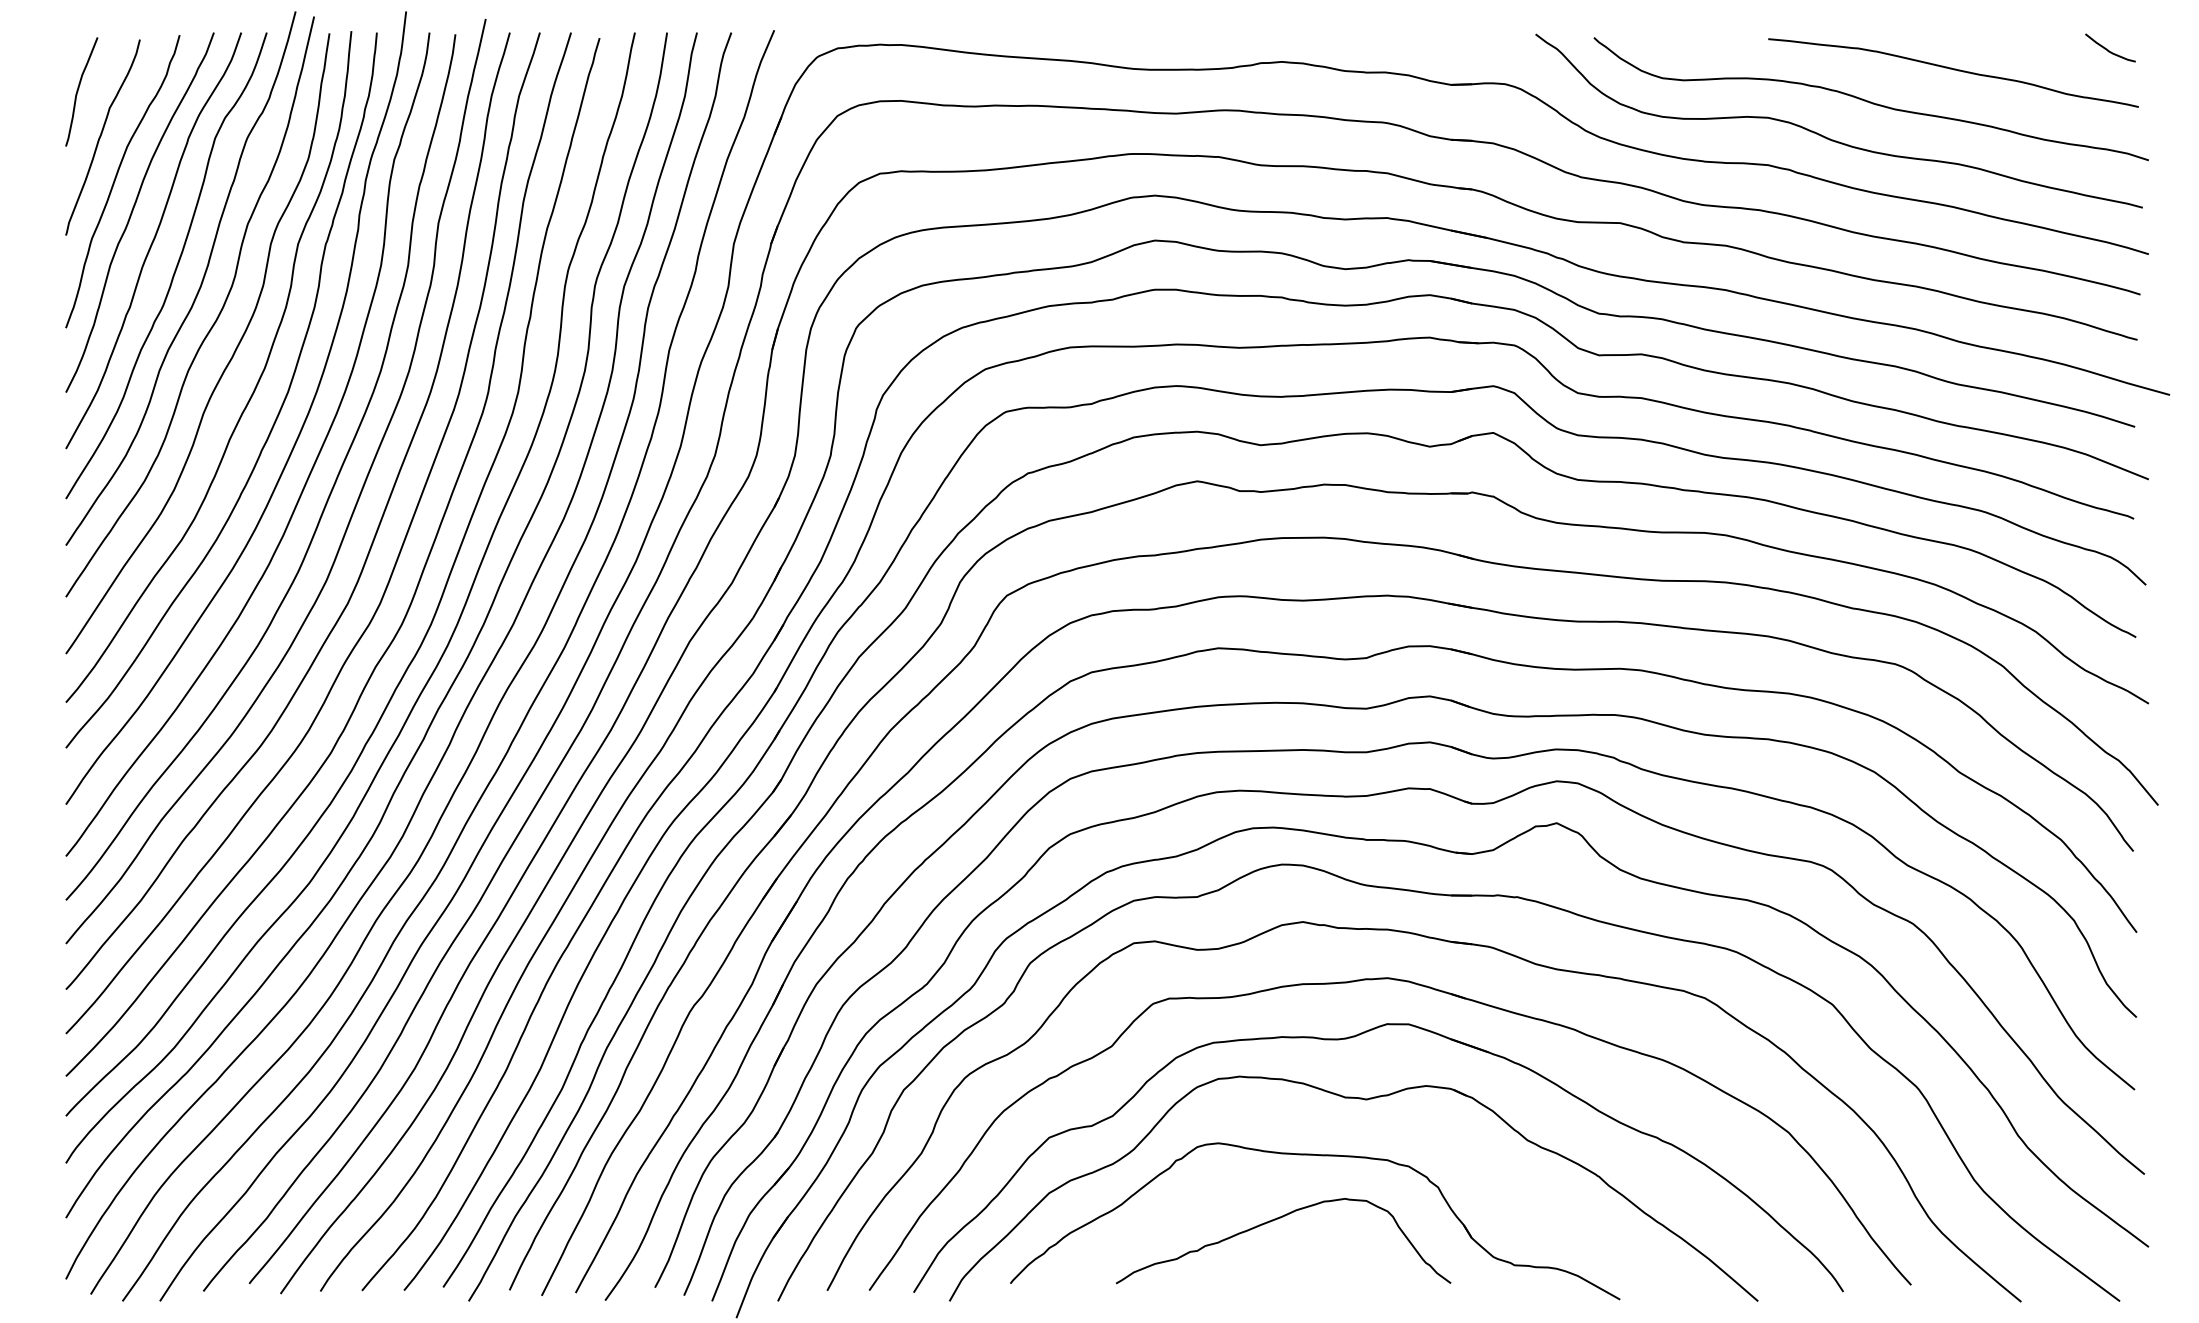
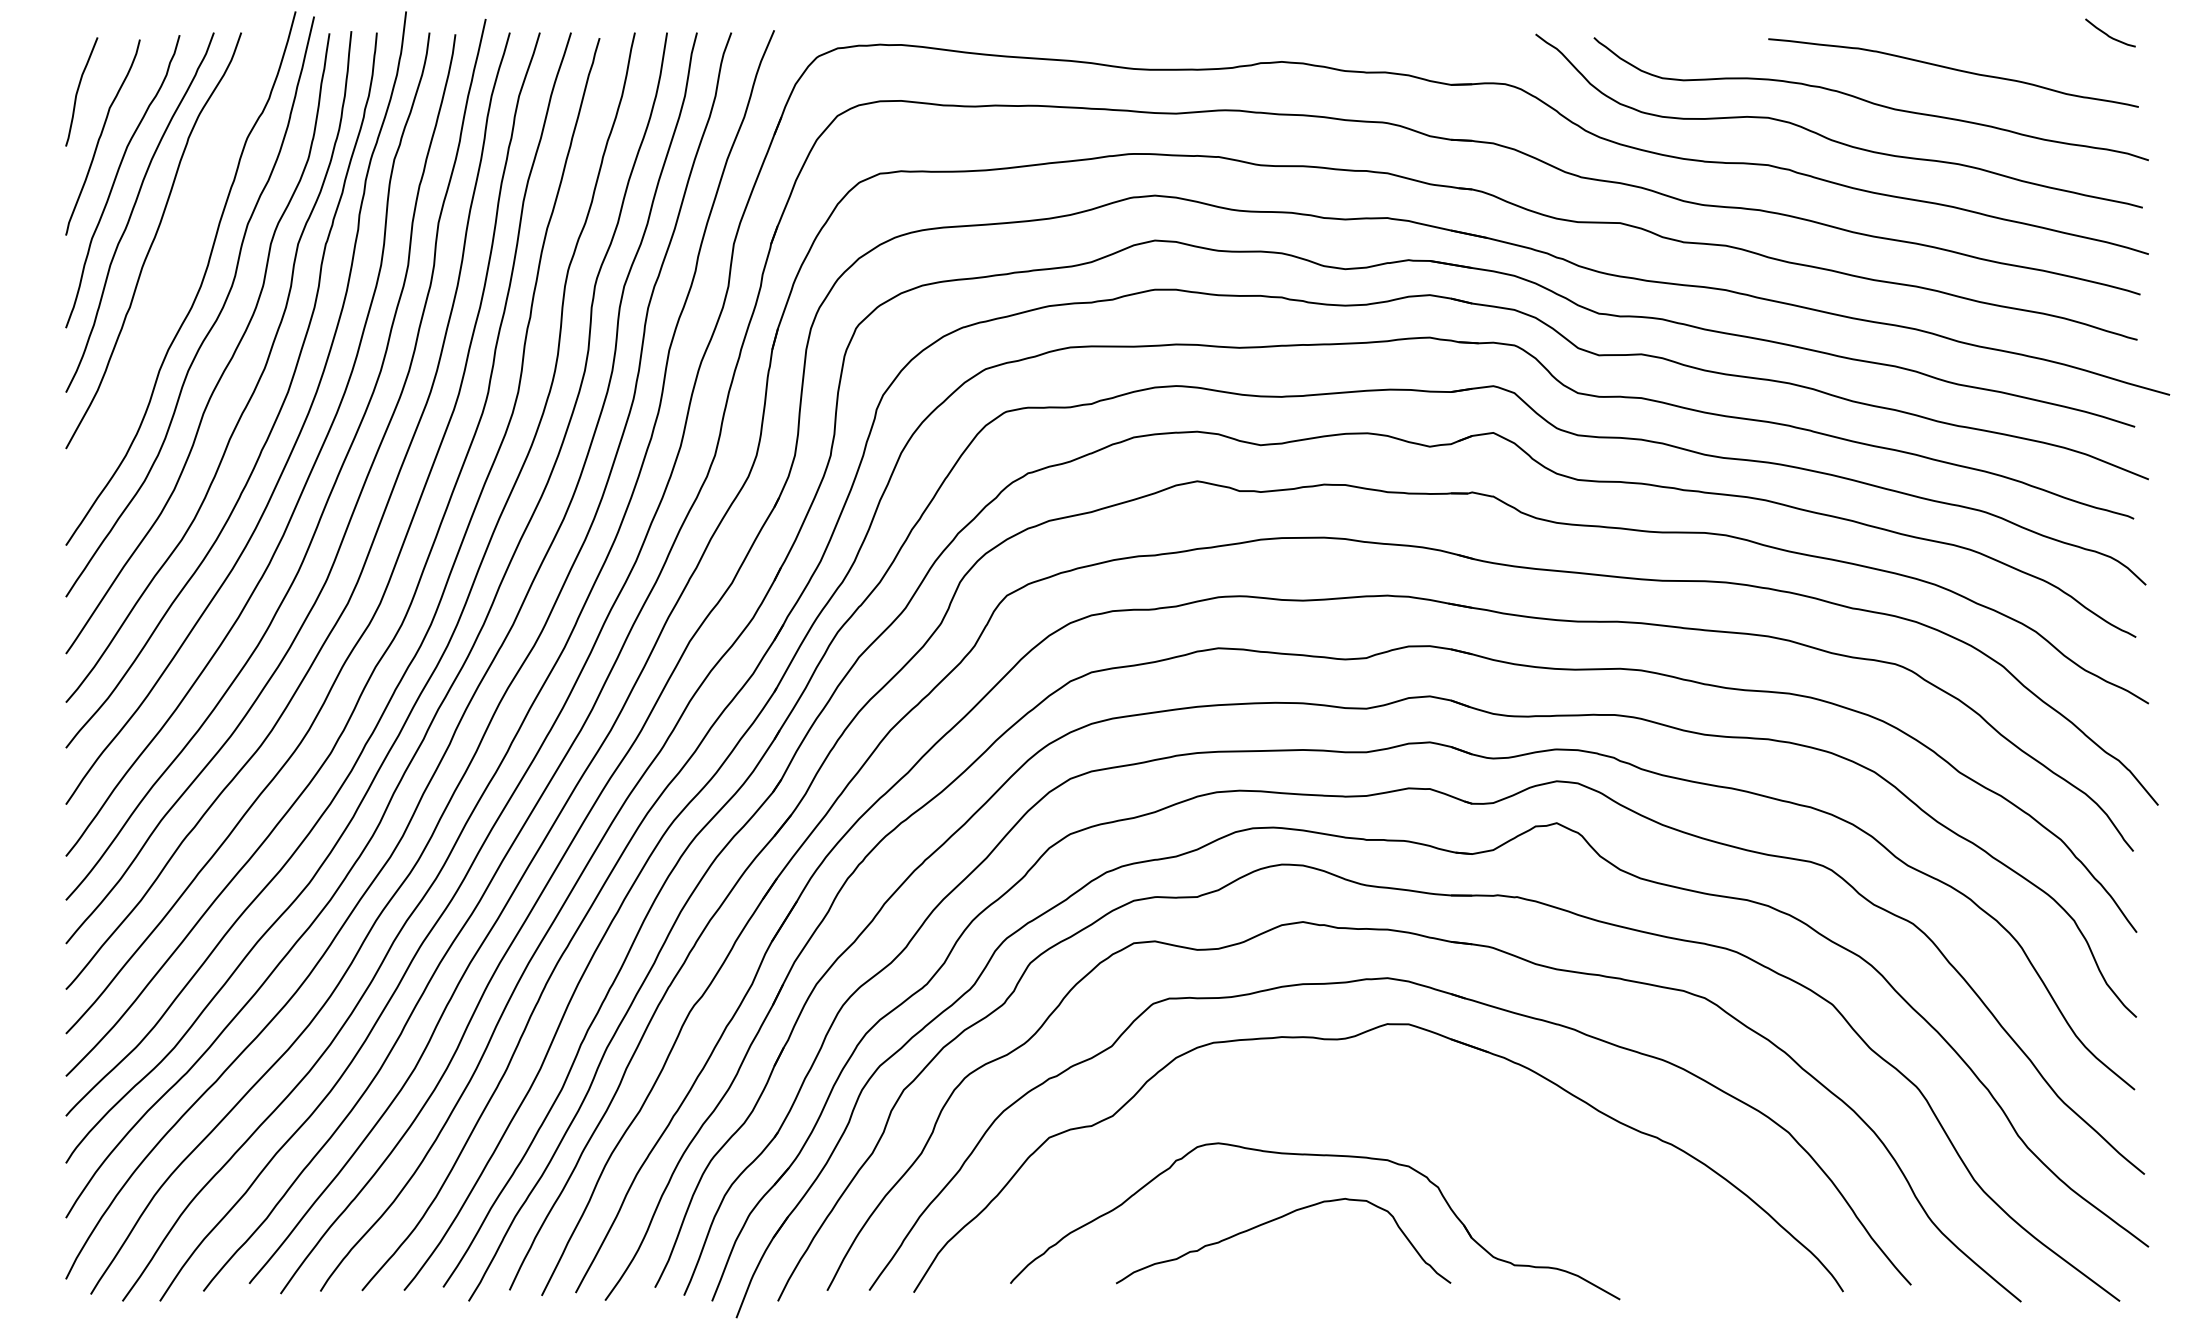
curve at (2108, 49) position: (2108, 49) -> (2108, 34)
curve at (175, 267): present -> none
part at (1364, 1100): present -> none
